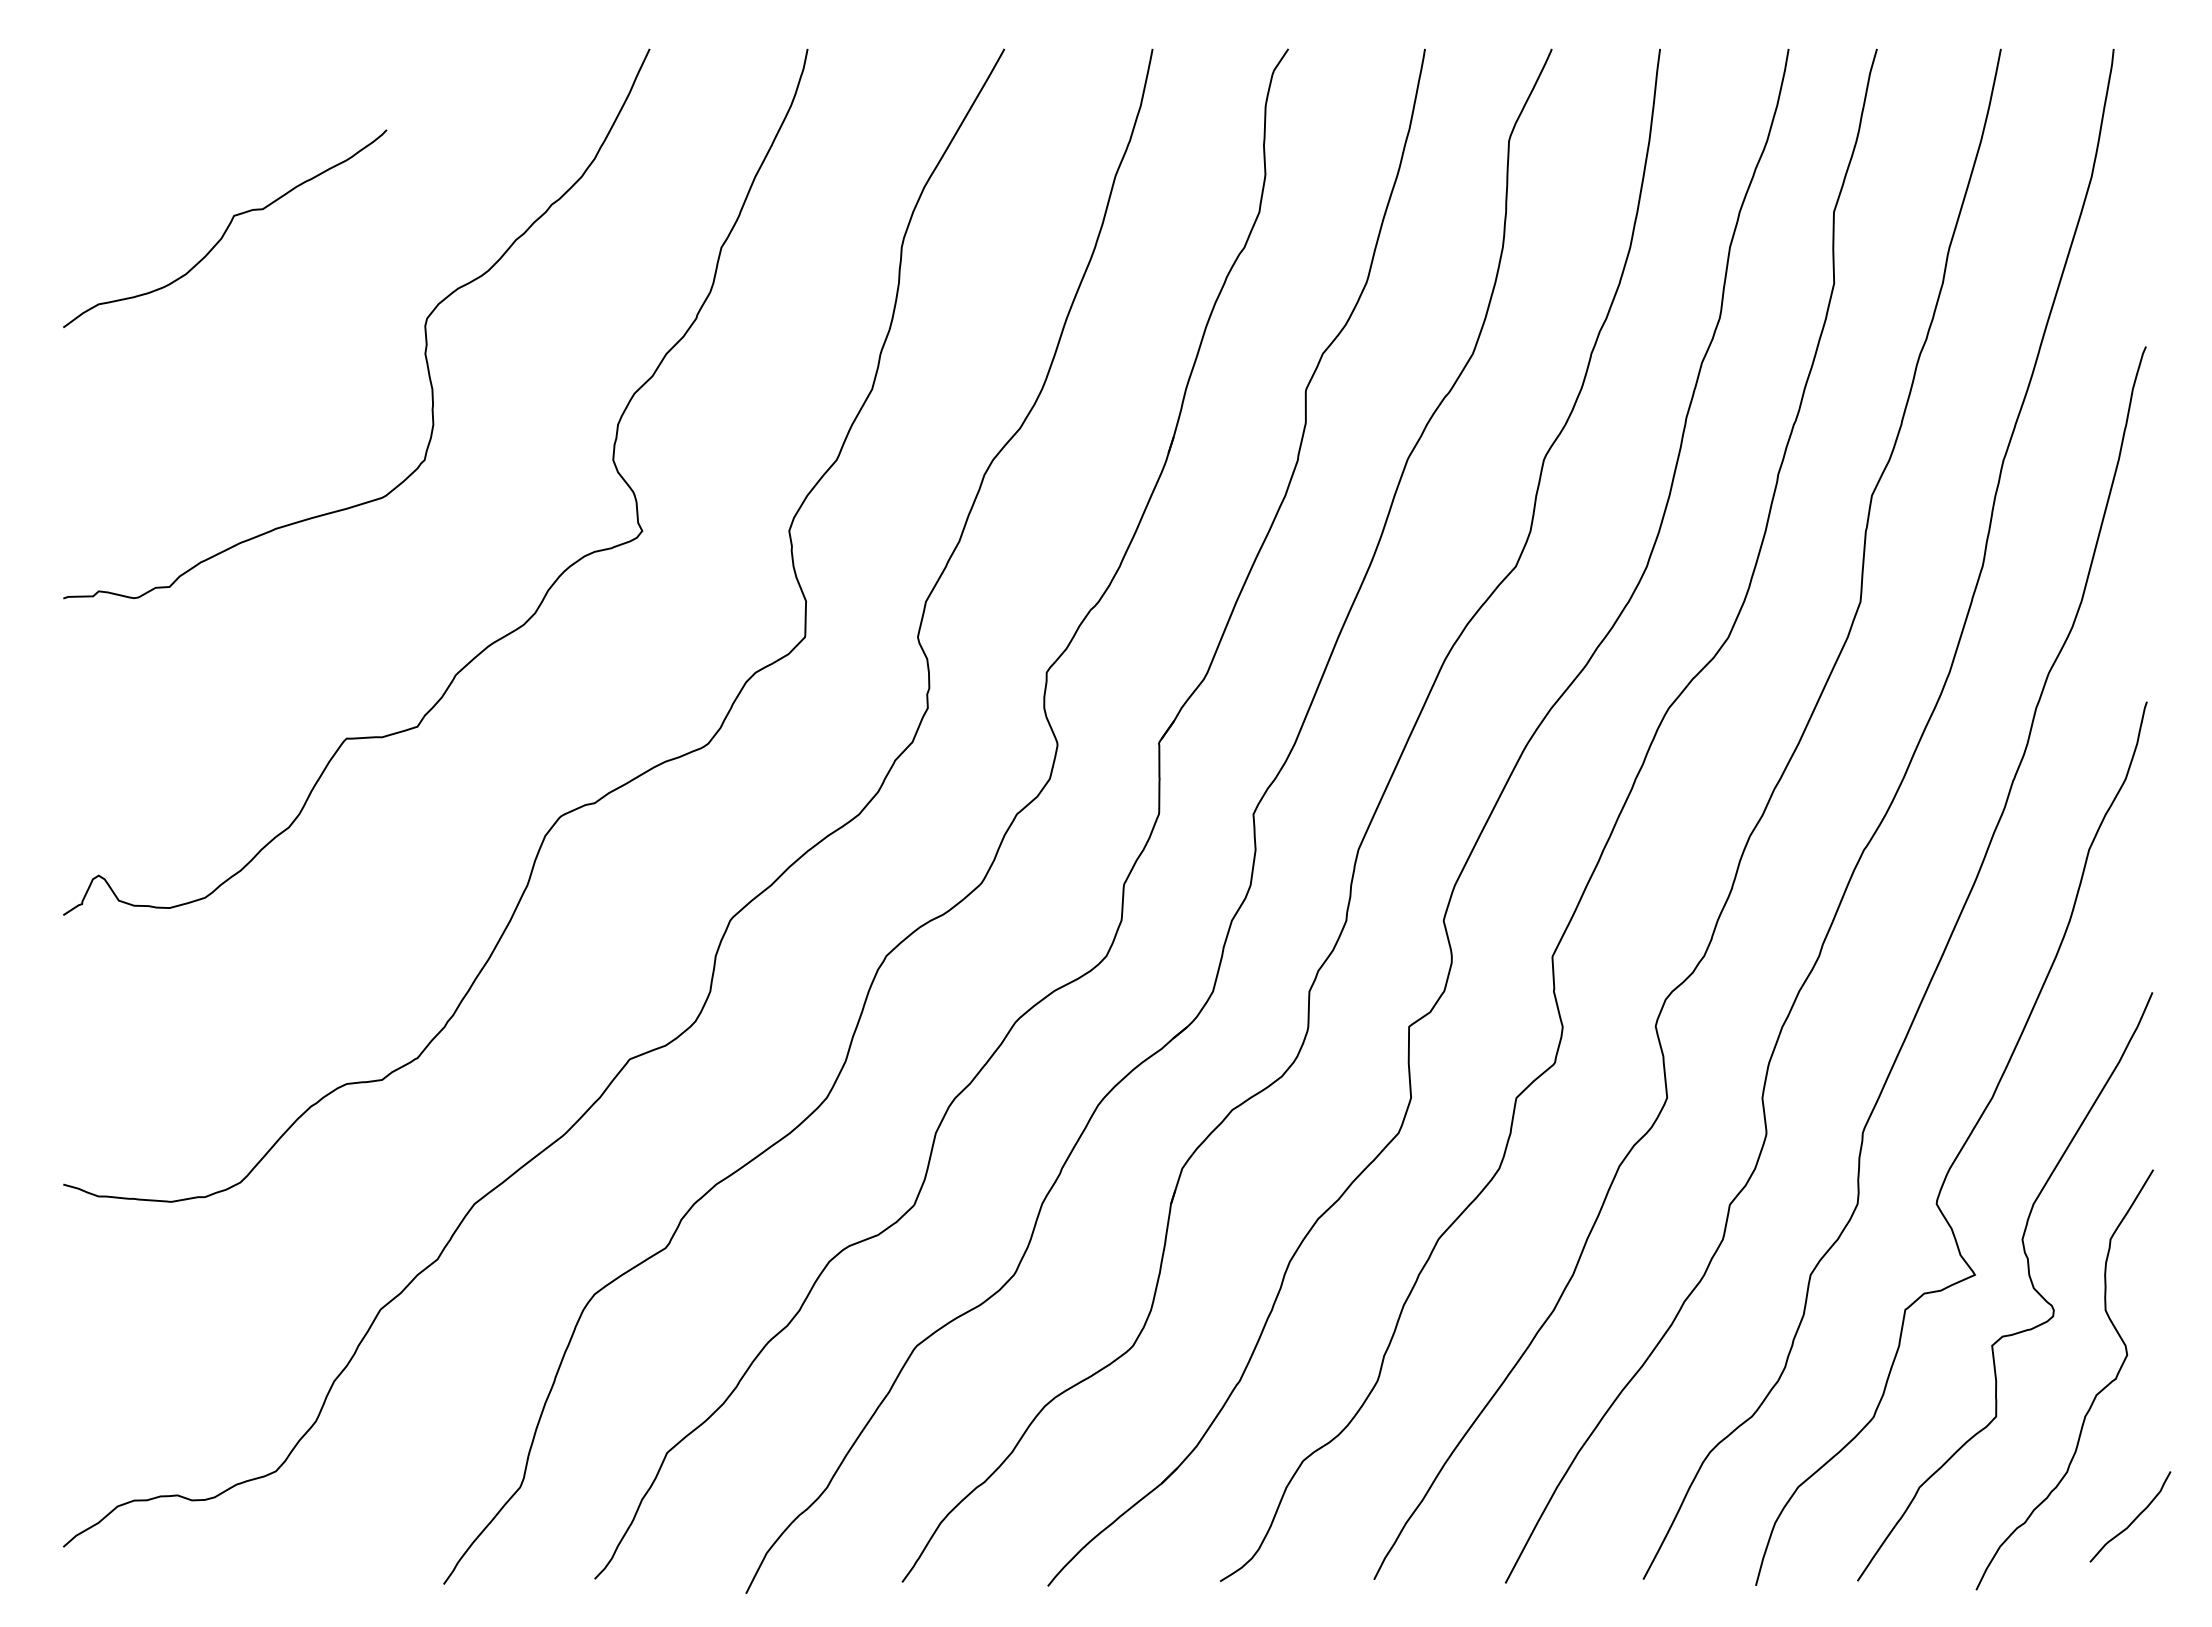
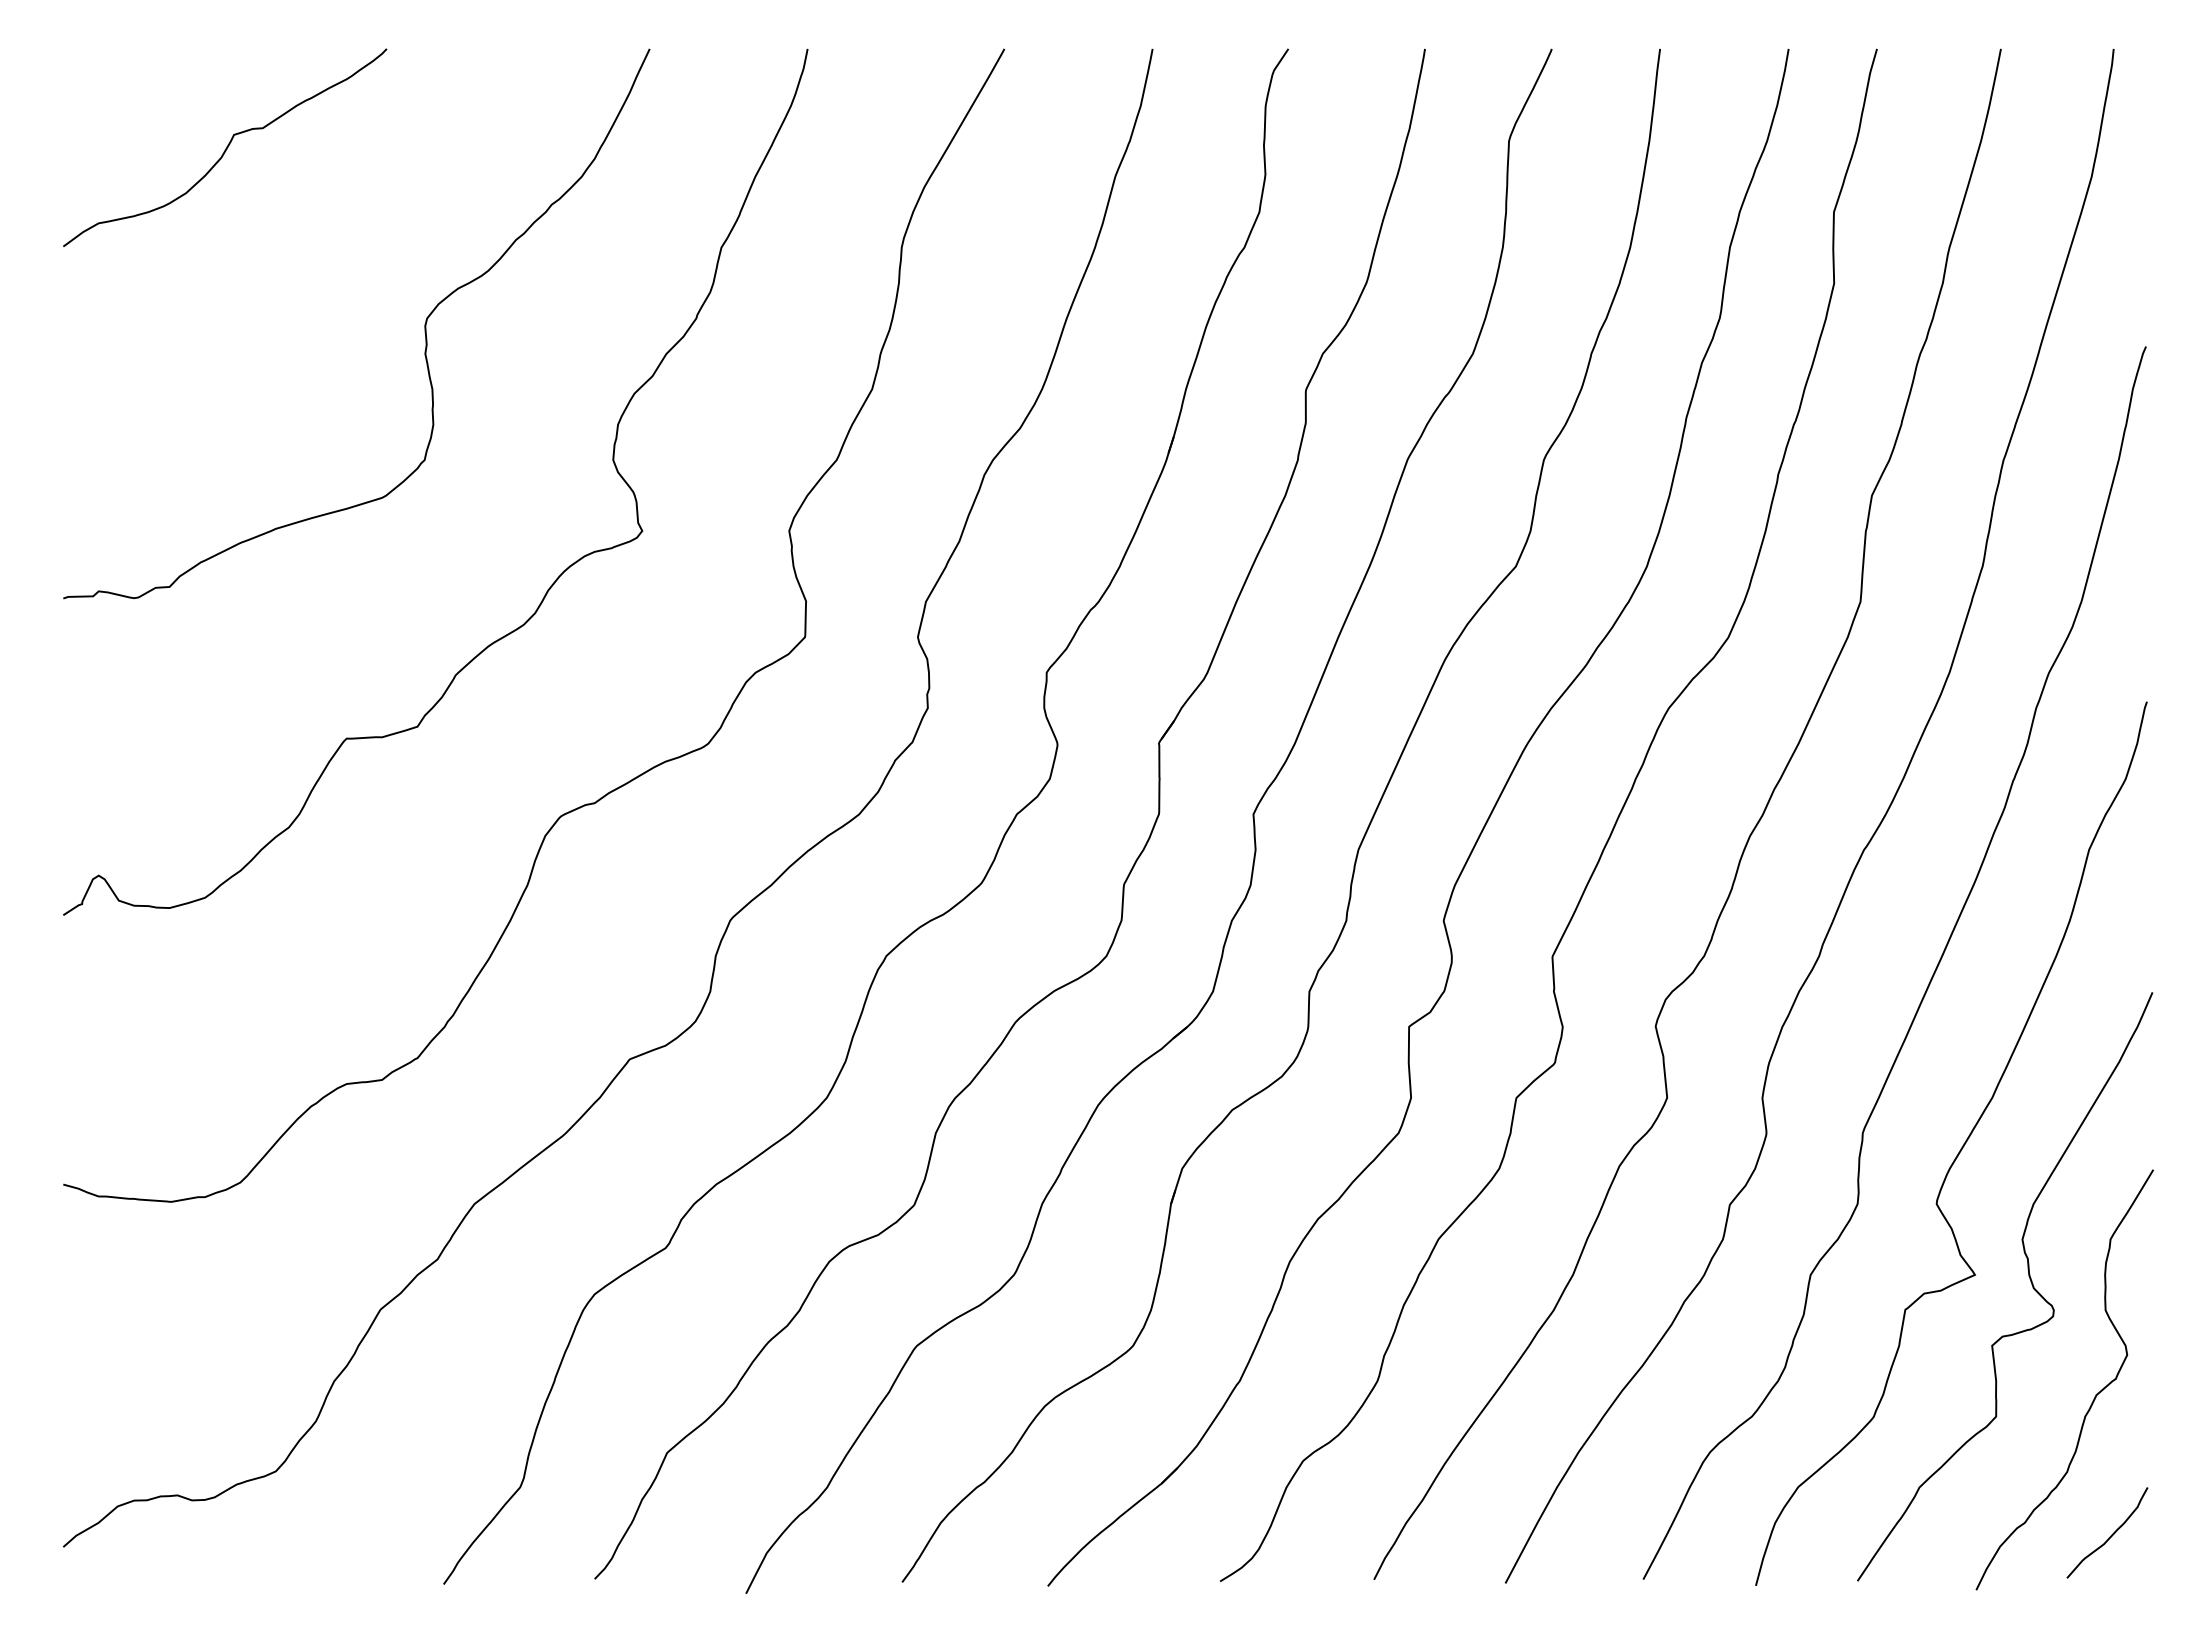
curve at (226, 228) position: (226, 228) -> (226, 147)
curve at (2133, 1519) position: (2133, 1519) -> (2110, 1535)
